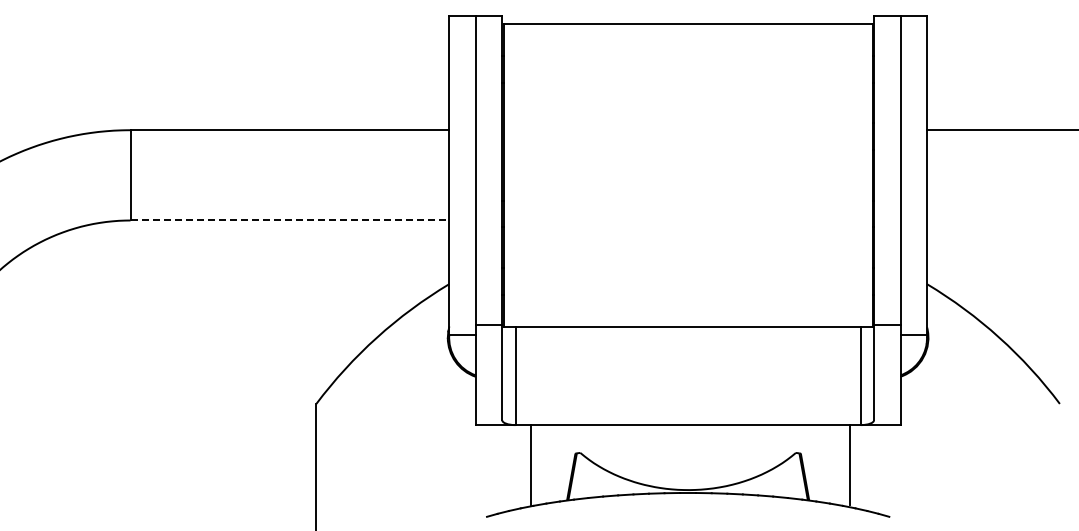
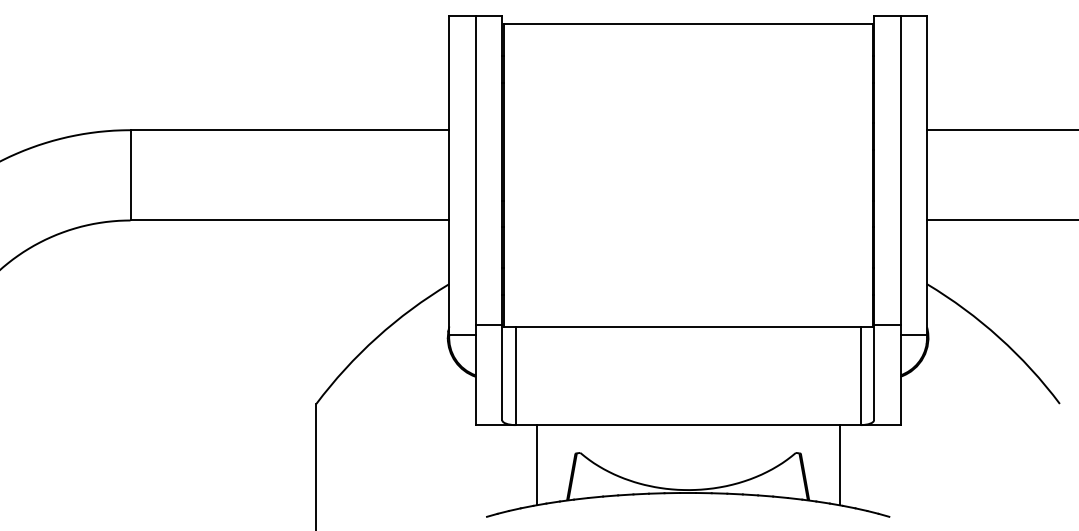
line at (290, 220): dashed -> solid
line at (1001, 220): none -> present
line at (530, 465) position: (530, 465) -> (536, 465)
line at (849, 465) position: (849, 465) -> (839, 465)
